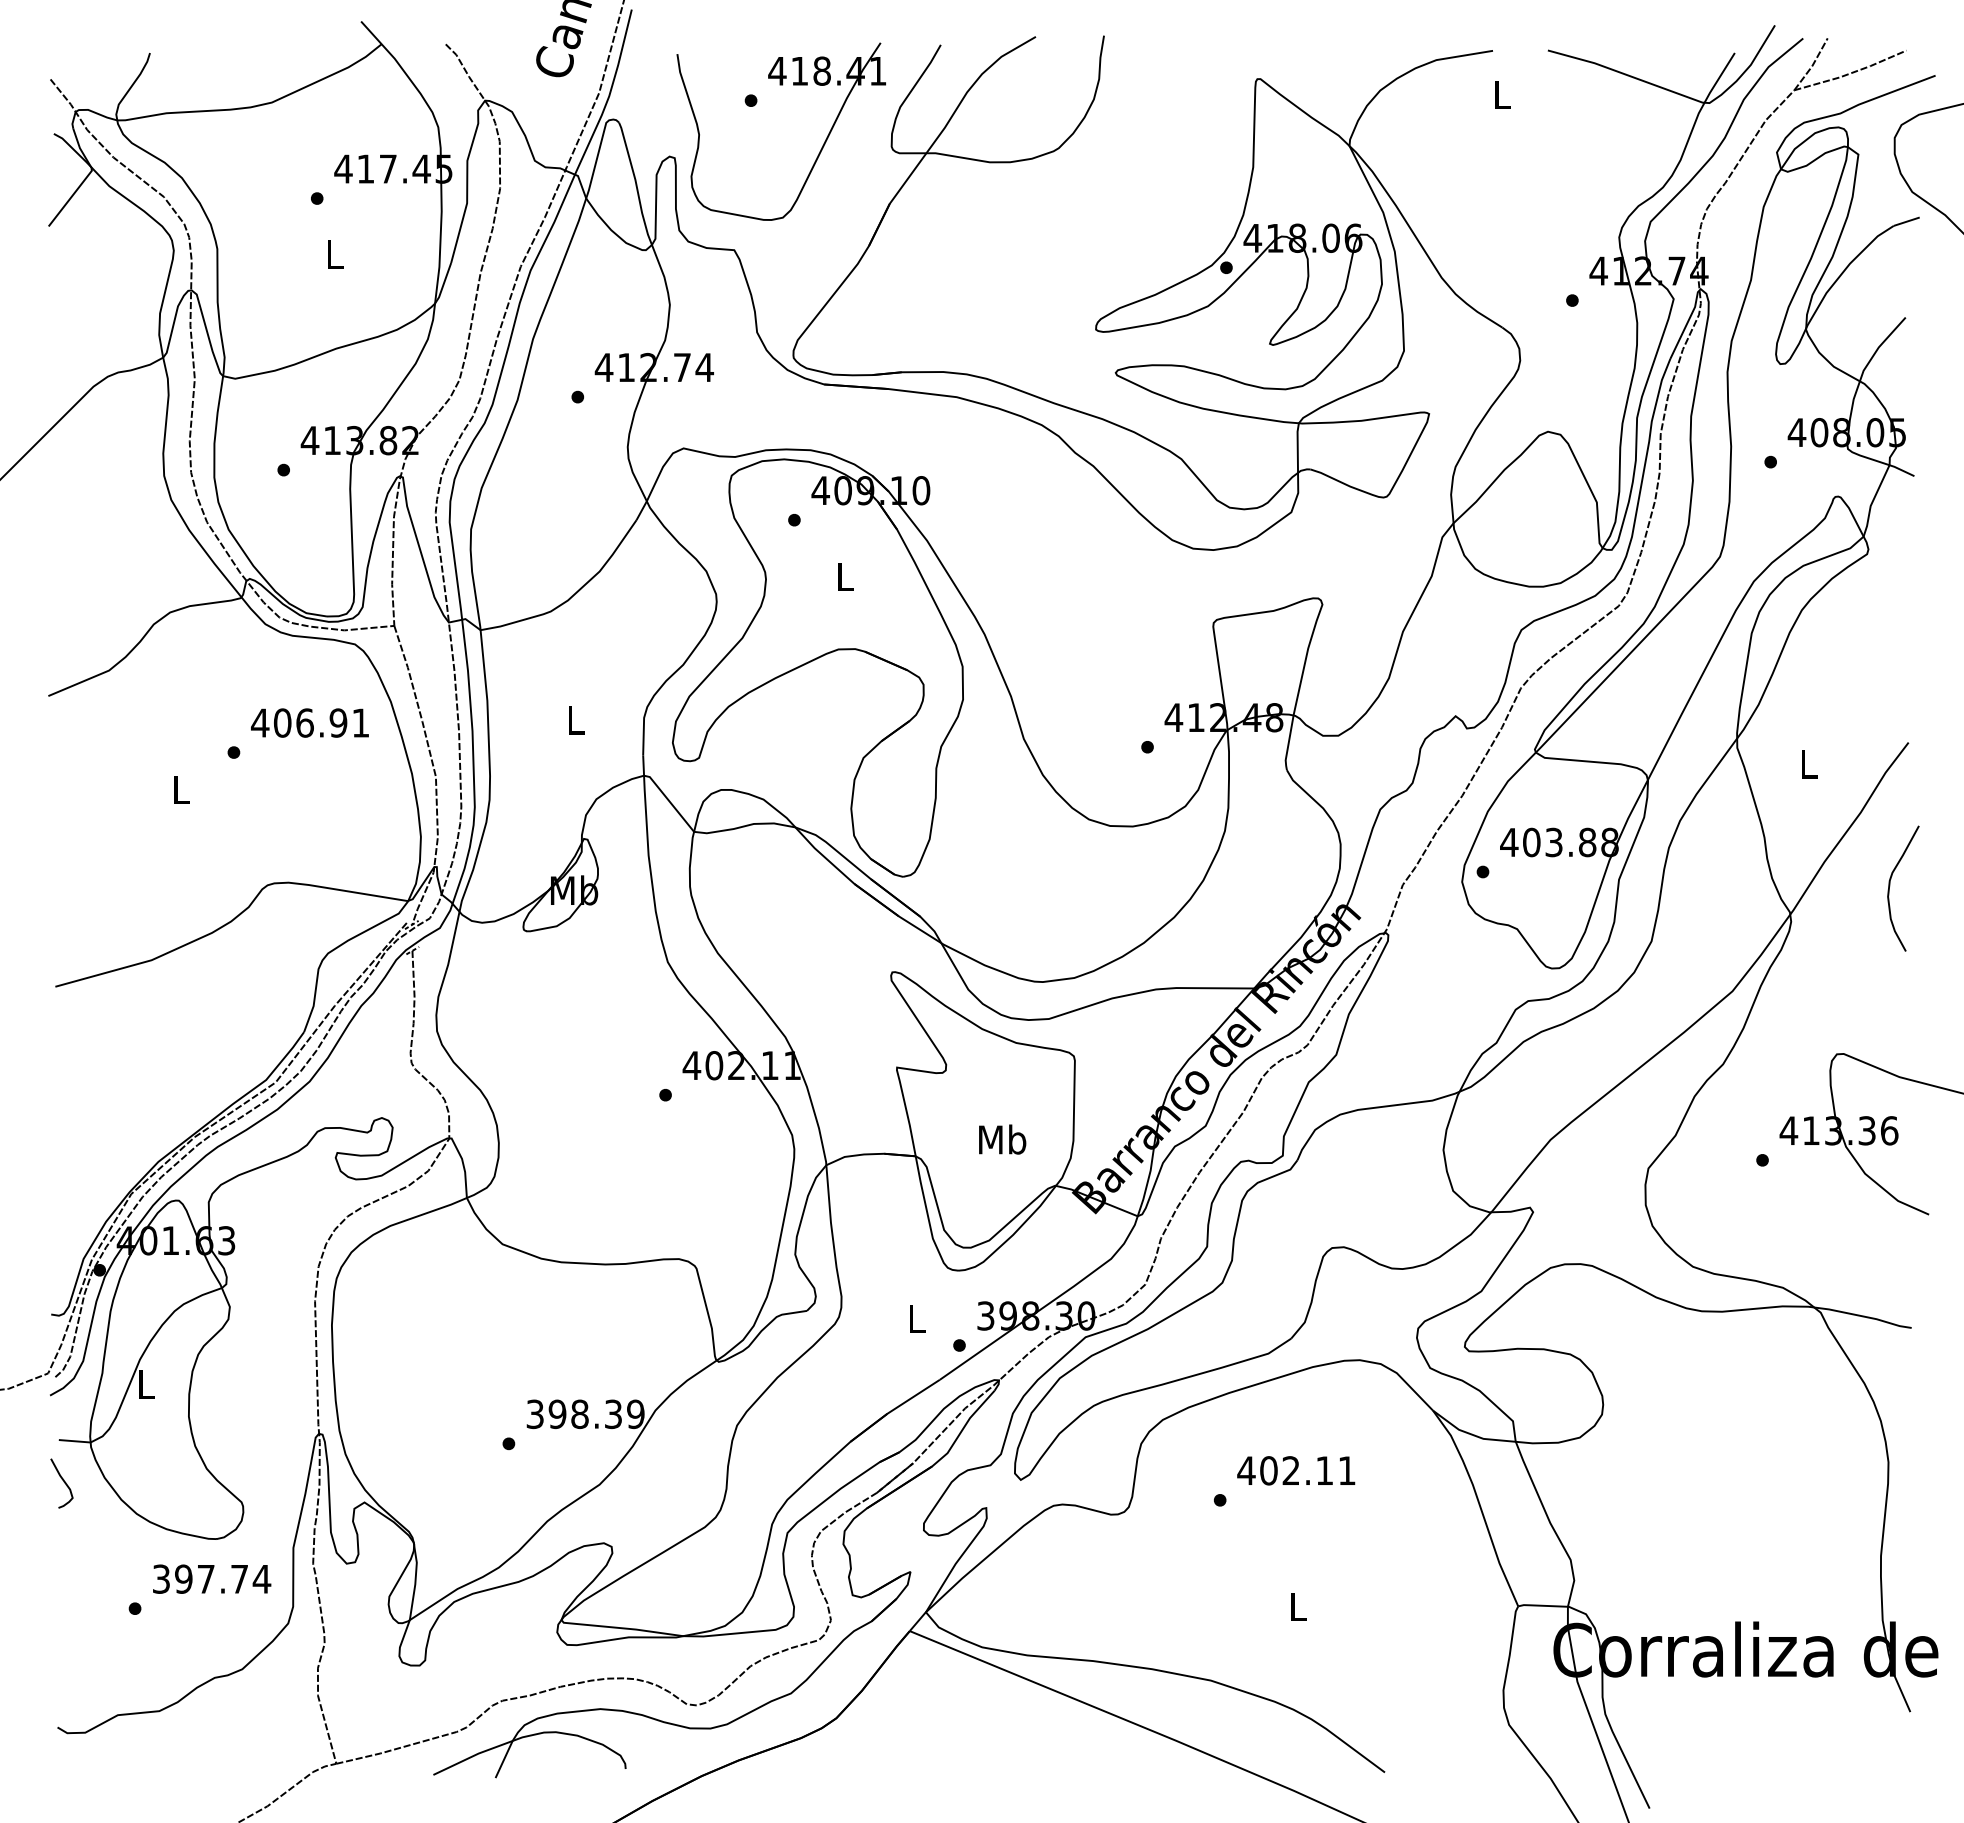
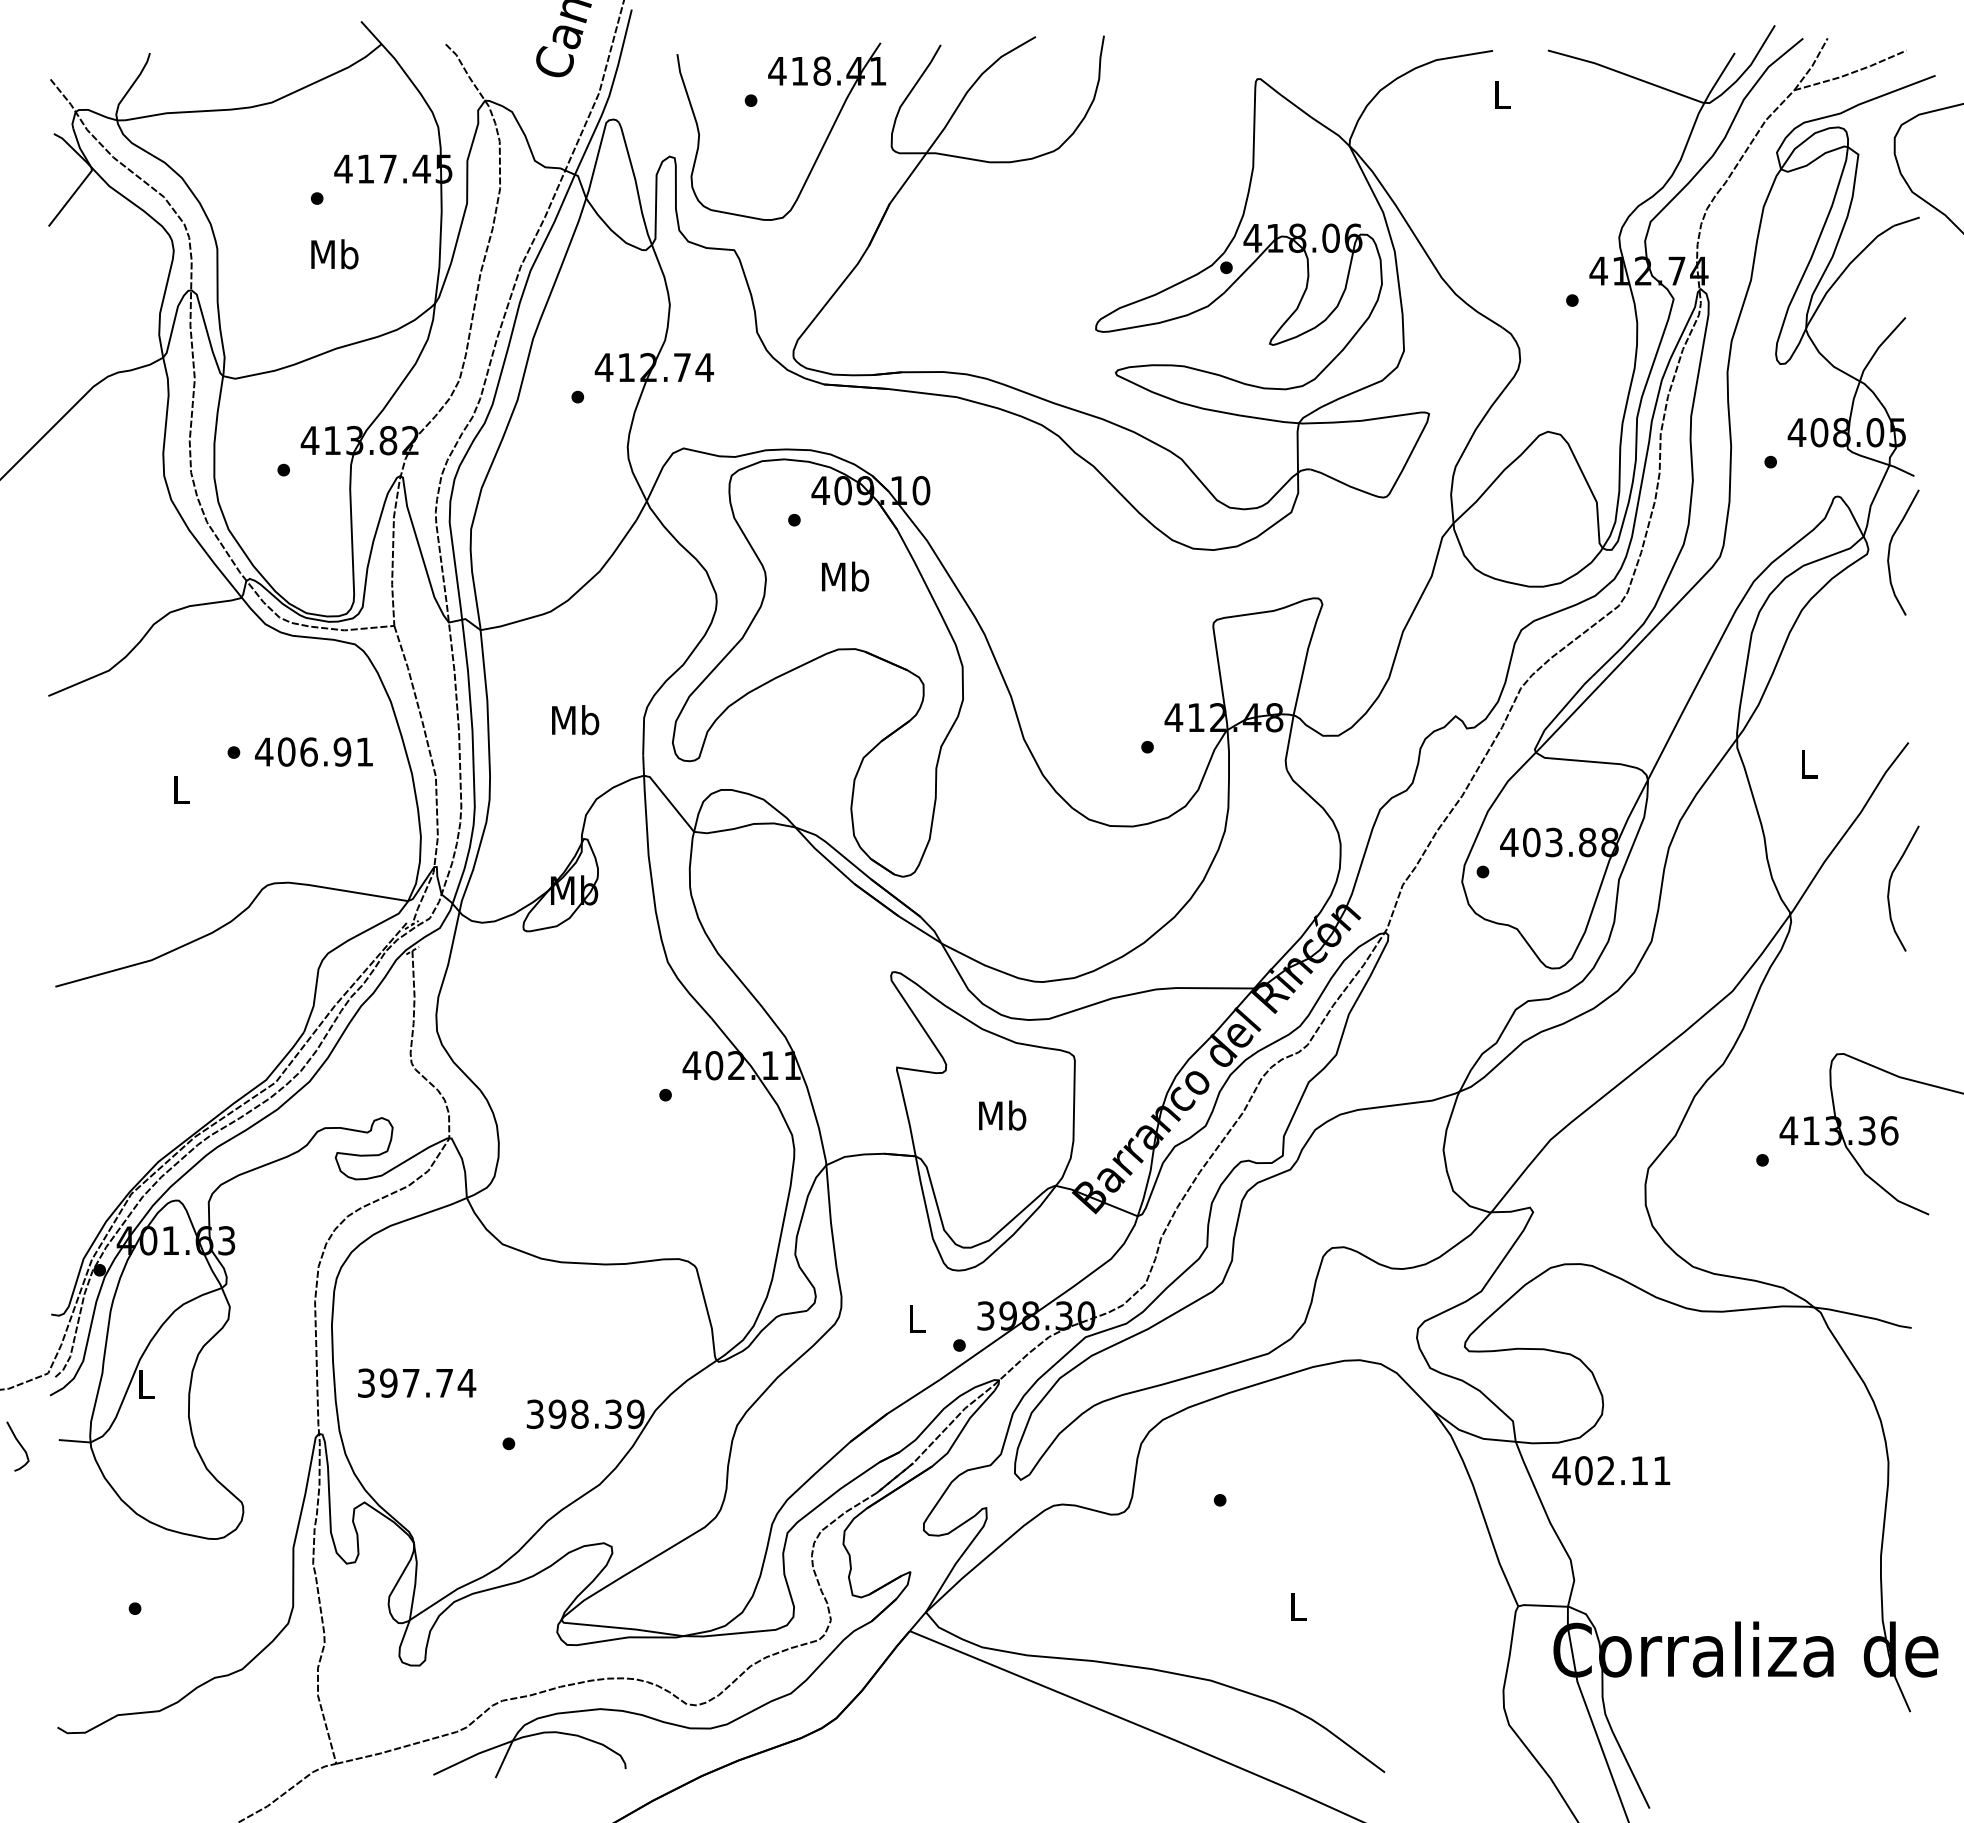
text at (334, 254): L -> Mb
curve at (1890, 550): none -> present
text at (845, 576): L -> Mb
text at (575, 720): L -> Mb
text at (309, 722) position: (309, 722) -> (313, 751)
text at (1002, 1139) position: (1002, 1139) -> (1002, 1115)
text at (1296, 1470) position: (1296, 1470) -> (1611, 1470)
curve at (63, 1482) position: (63, 1482) -> (19, 1445)
text at (212, 1578) position: (212, 1578) -> (417, 1382)
